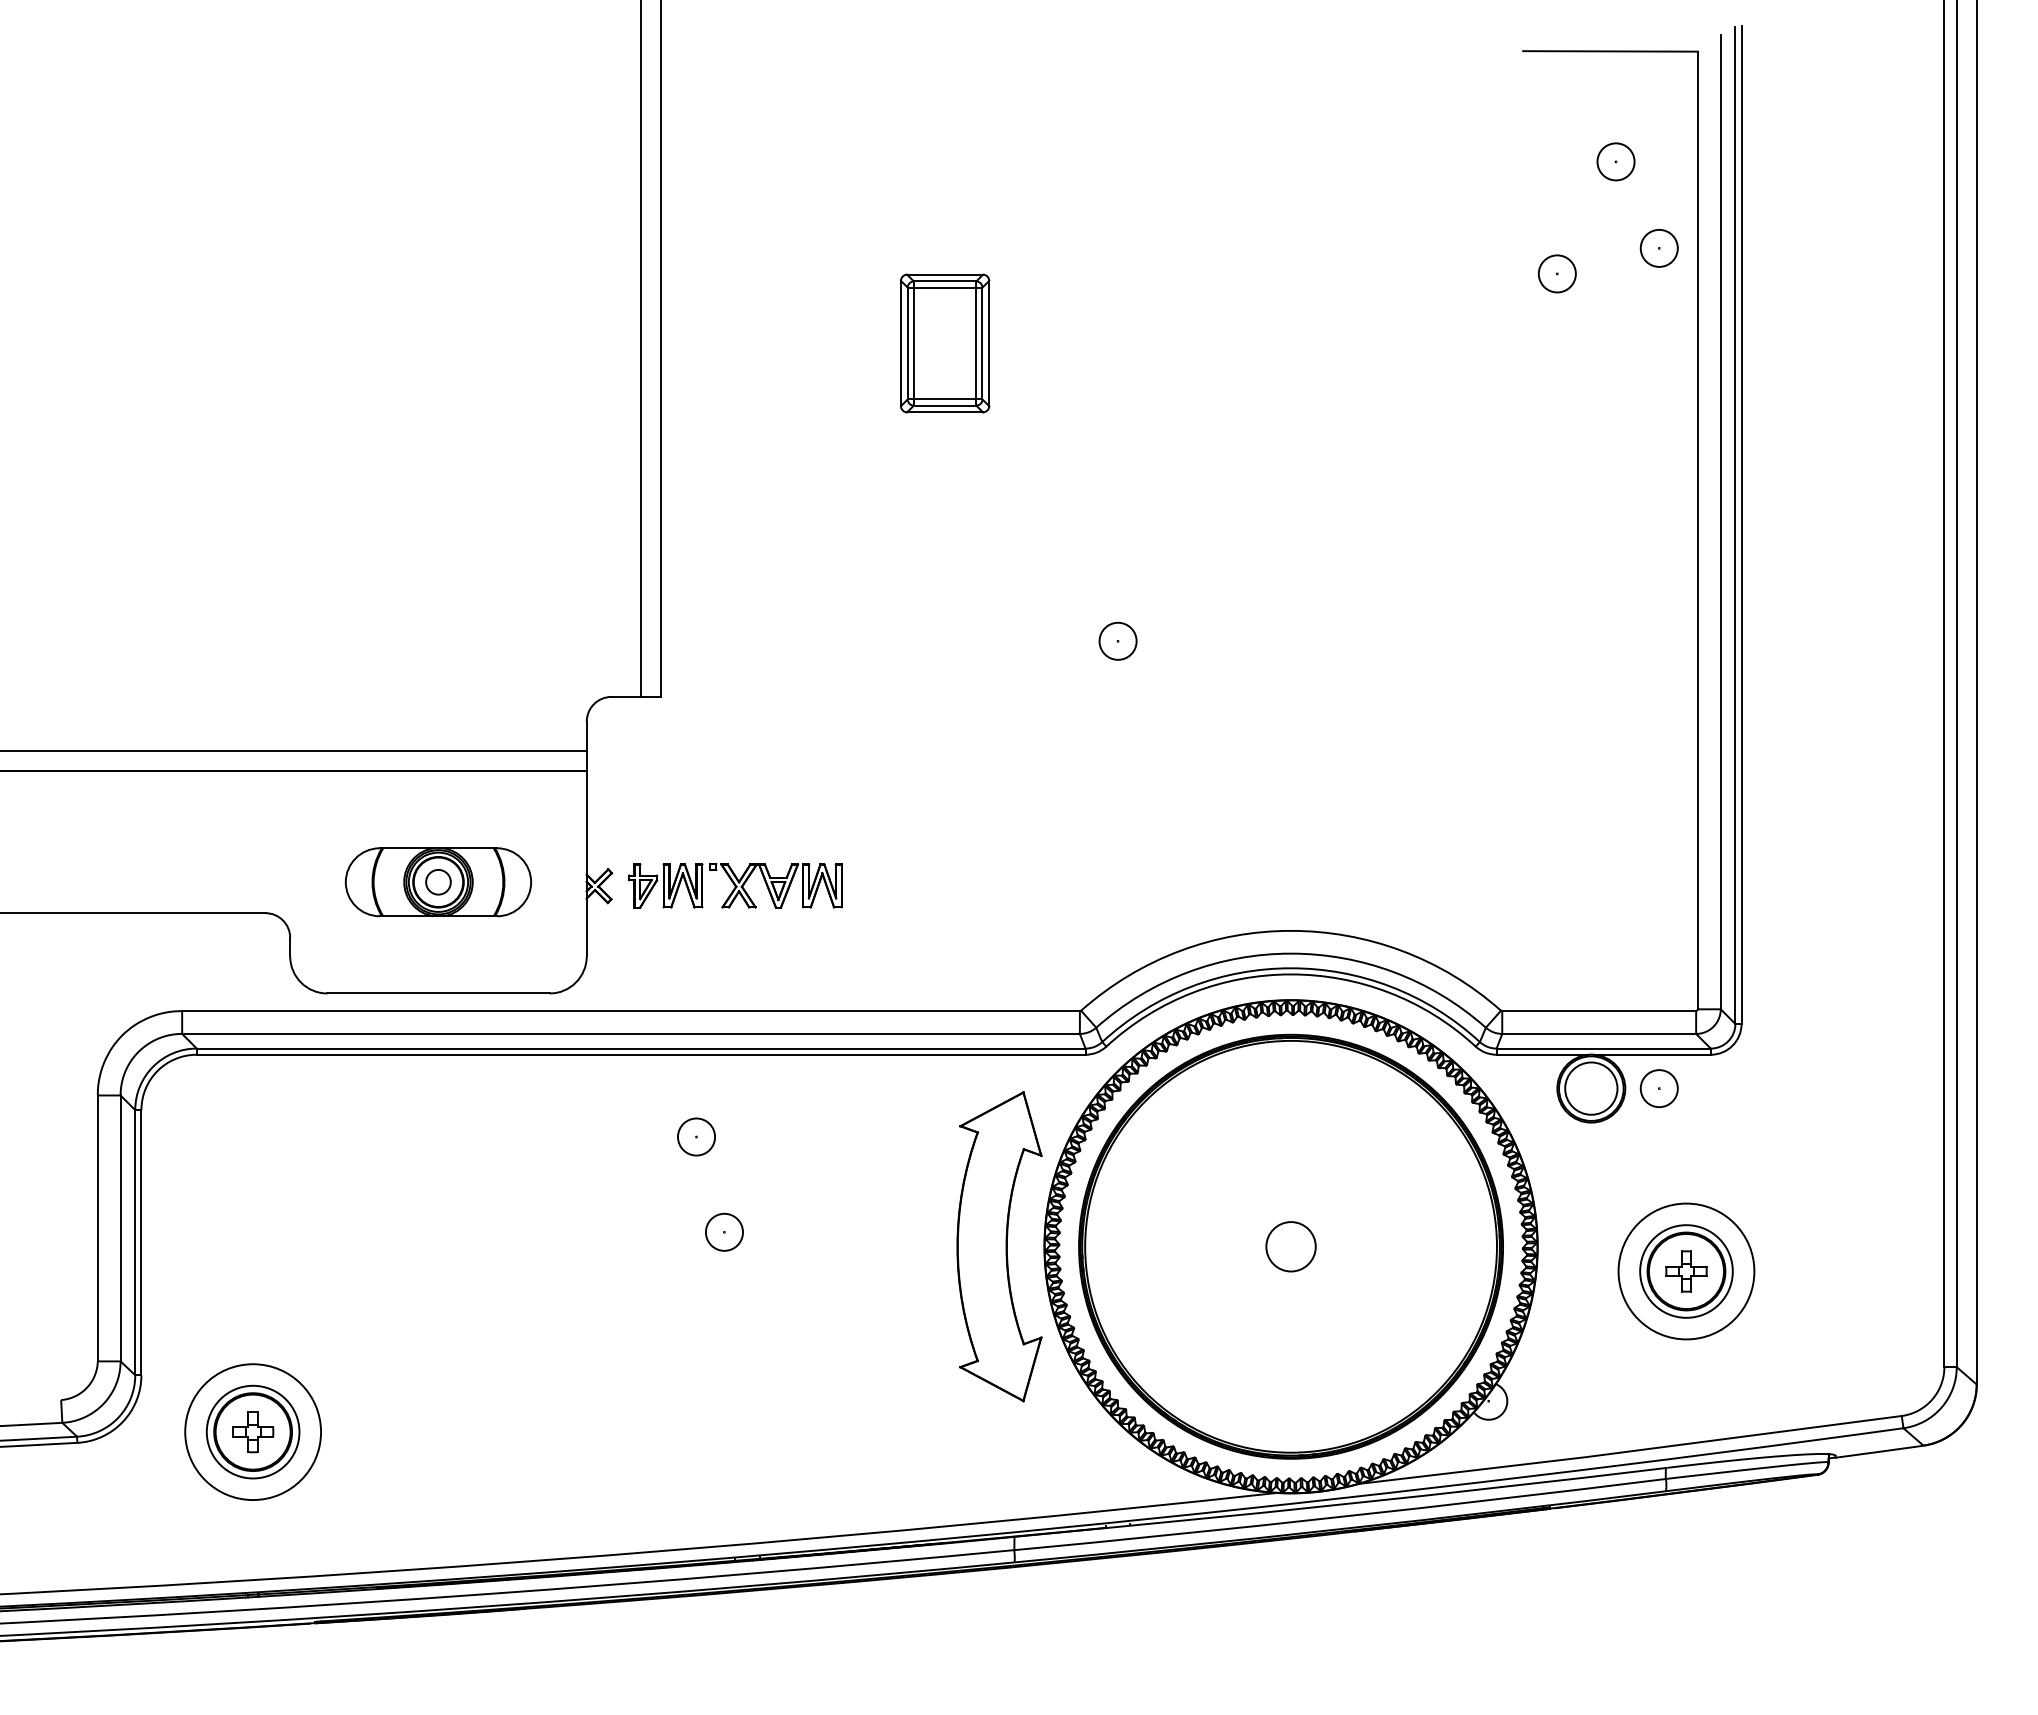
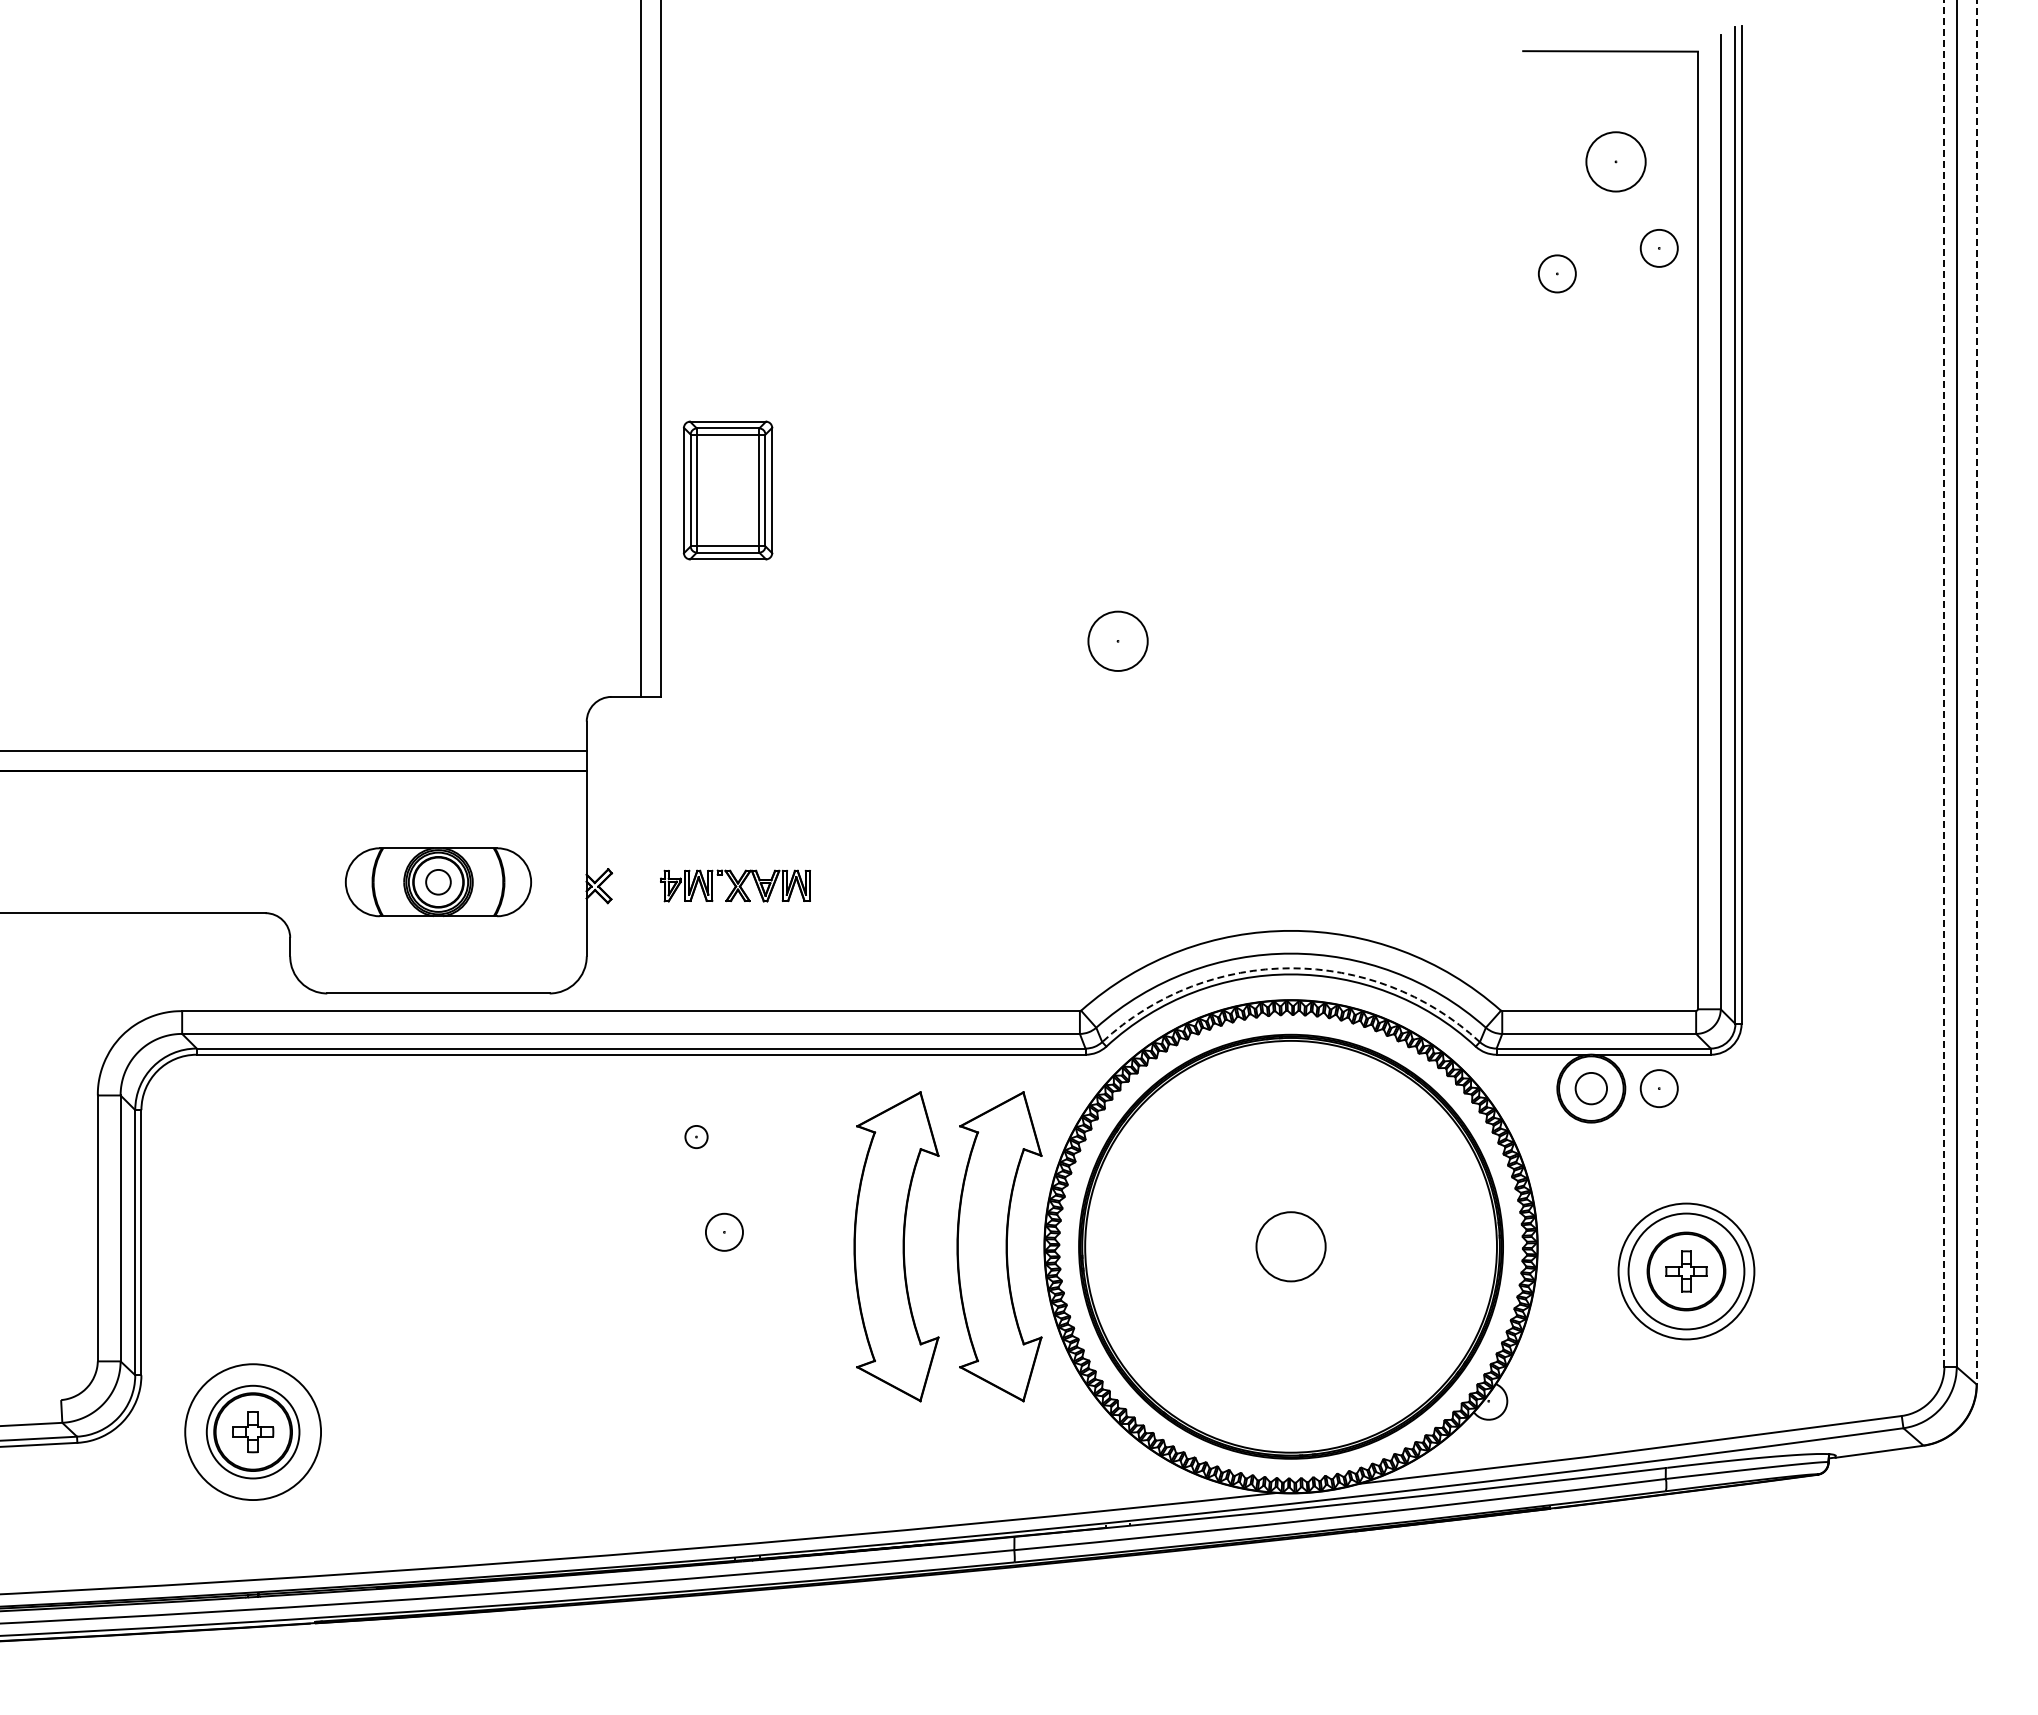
circle at (1615, 161) diameter: 37 px -> 59 px
part at (944, 343) position: (944, 343) -> (727, 490)
circle at (1117, 640) diameter: 37 px -> 59 px
line at (1944, 683): solid -> dashed
line at (1976, 692): solid -> dashed
part at (735, 885) size: 215x46 px -> 151x34 px
arc at (1291, 968): solid -> dashed
circle at (1591, 1088) diameter: 52 px -> 31 px
circle at (696, 1136) diameter: 37 px -> 22 px
part at (896, 1246): none -> present
circle at (1290, 1246) diameter: 49 px -> 69 px
circle at (1686, 1271) diameter: 93 px -> 116 px
